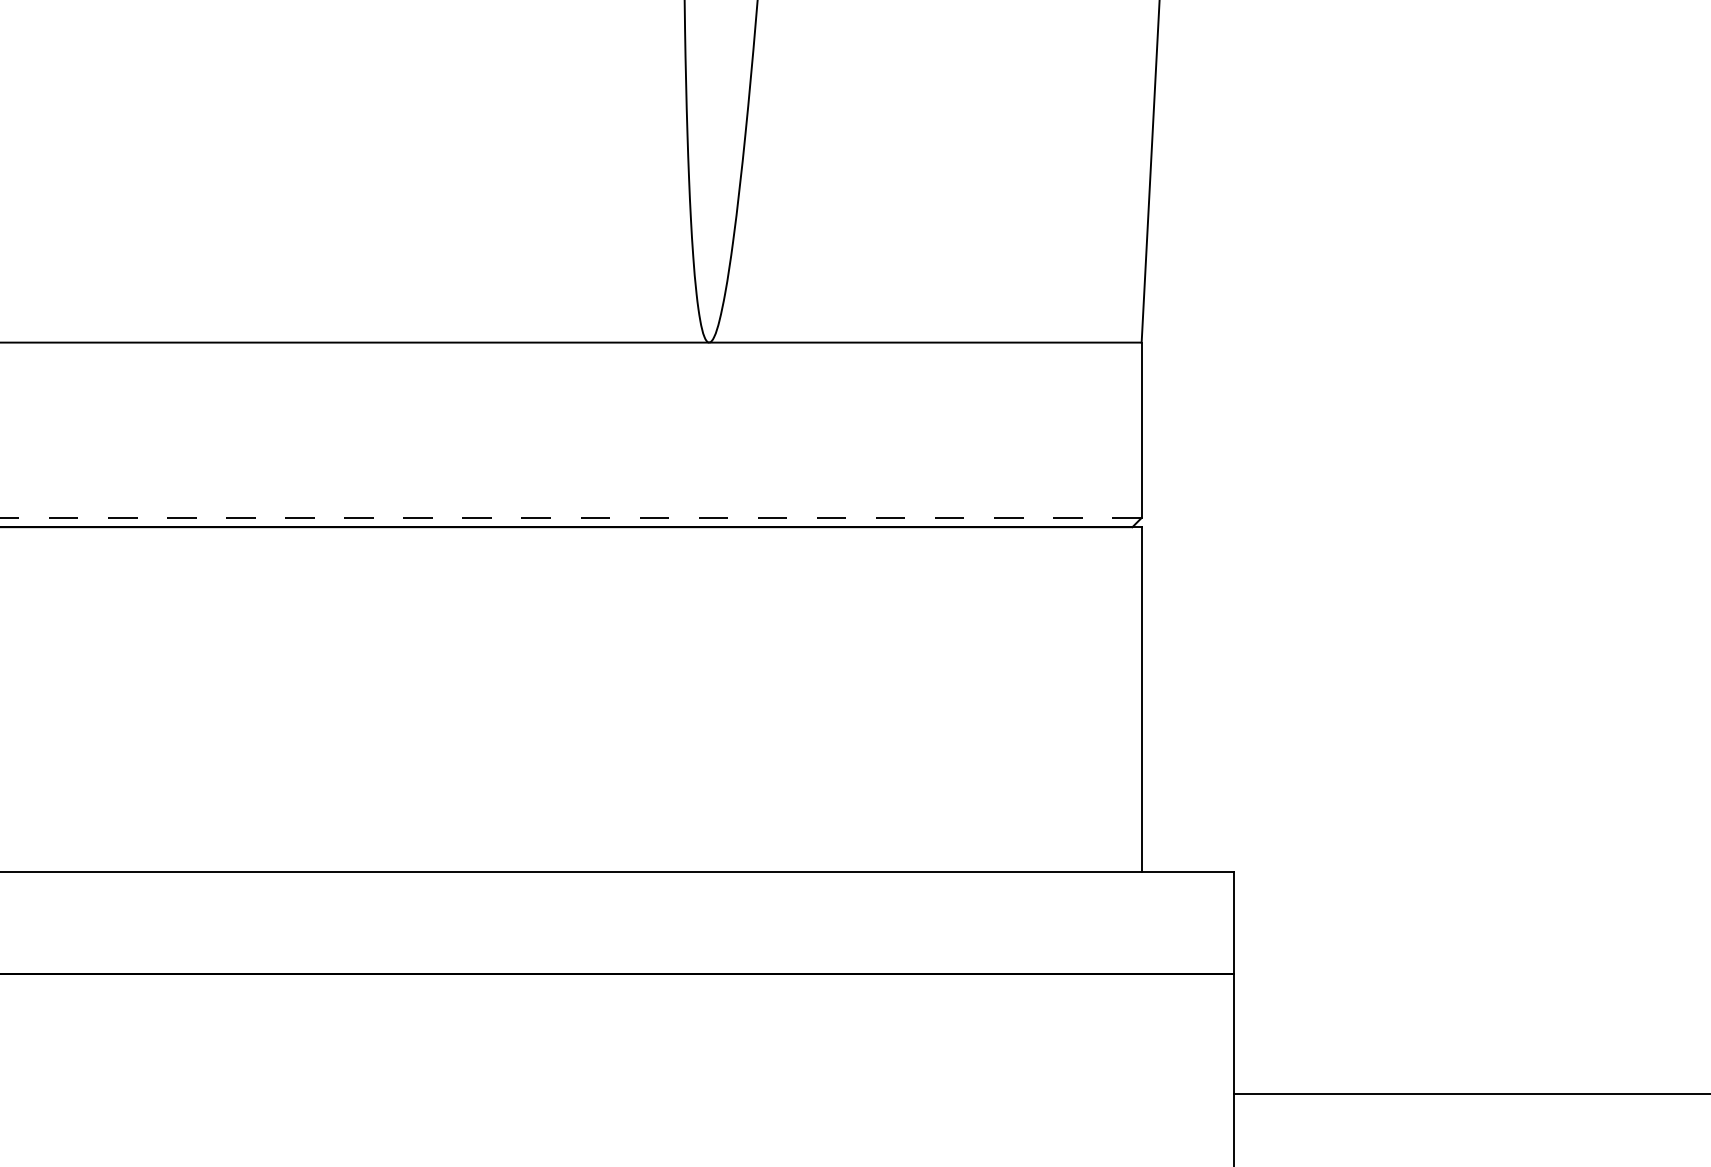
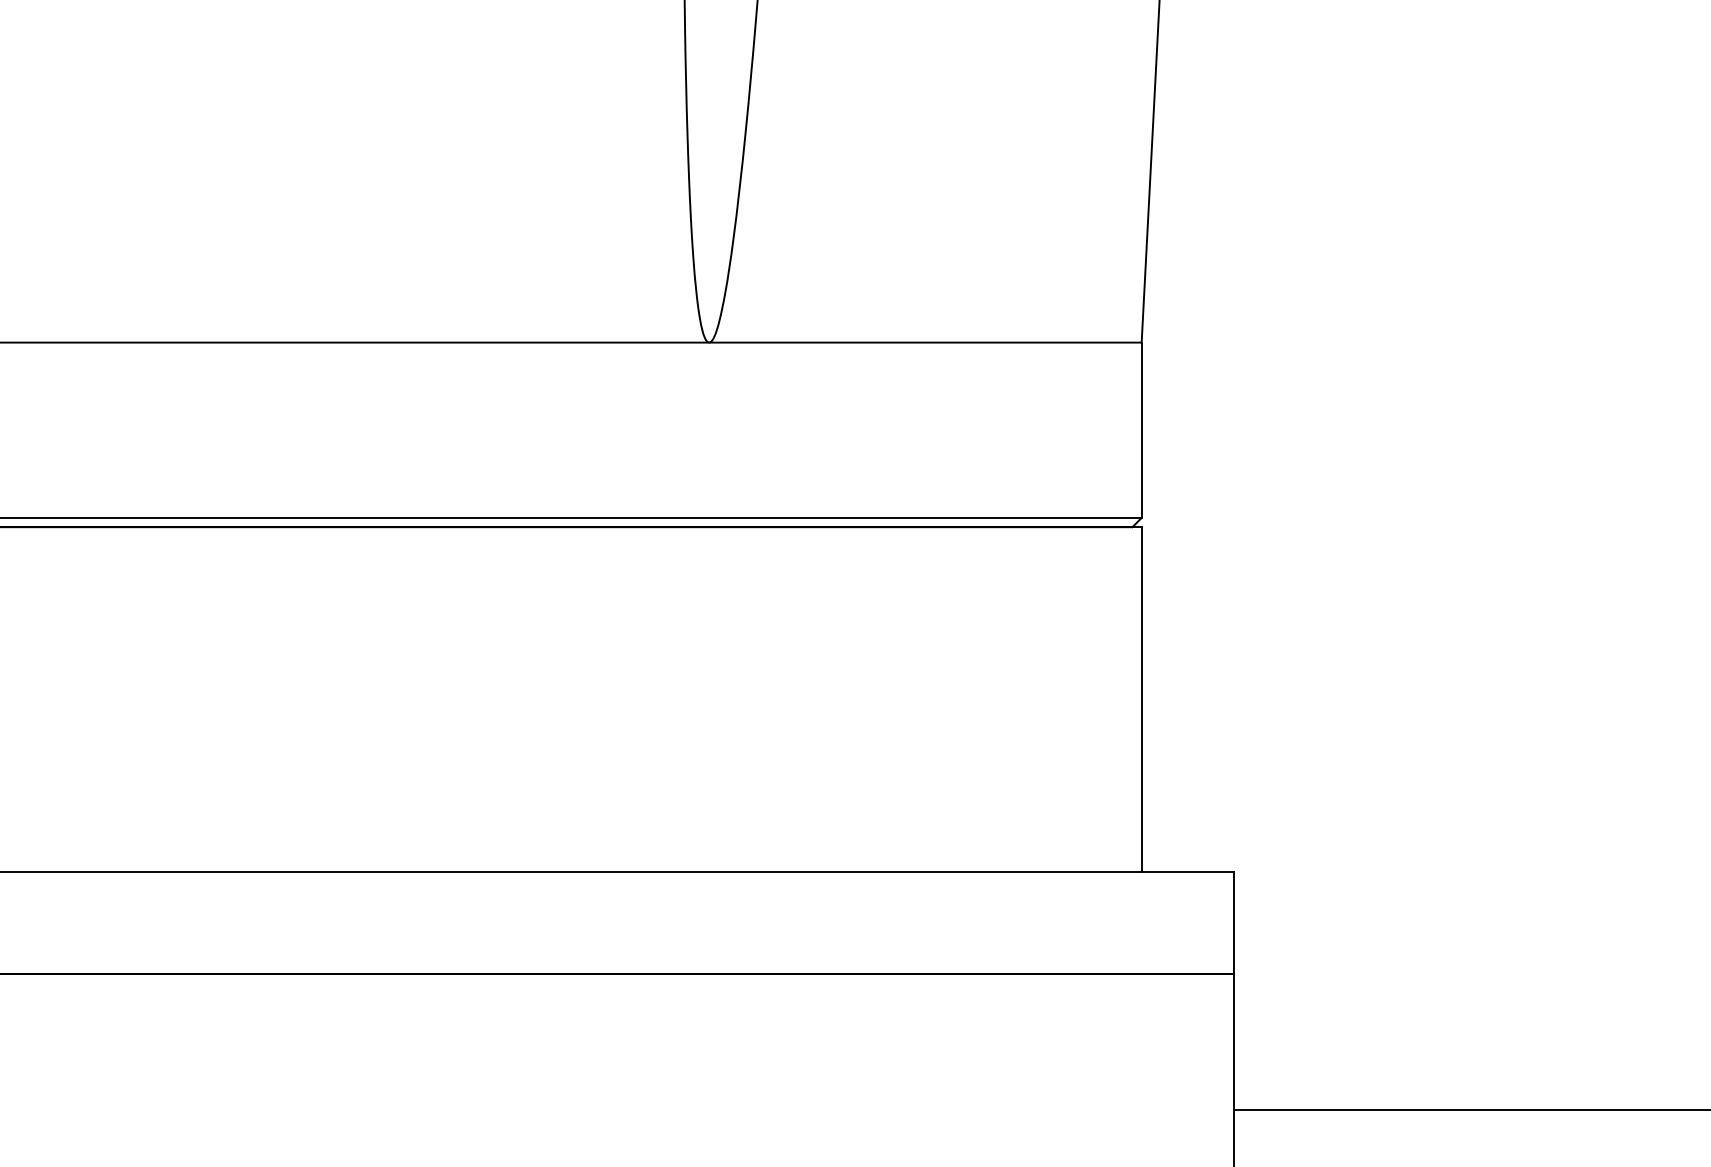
line at (570, 517): dashed -> solid
line at (1470, 1094) position: (1470, 1094) -> (1470, 1110)
